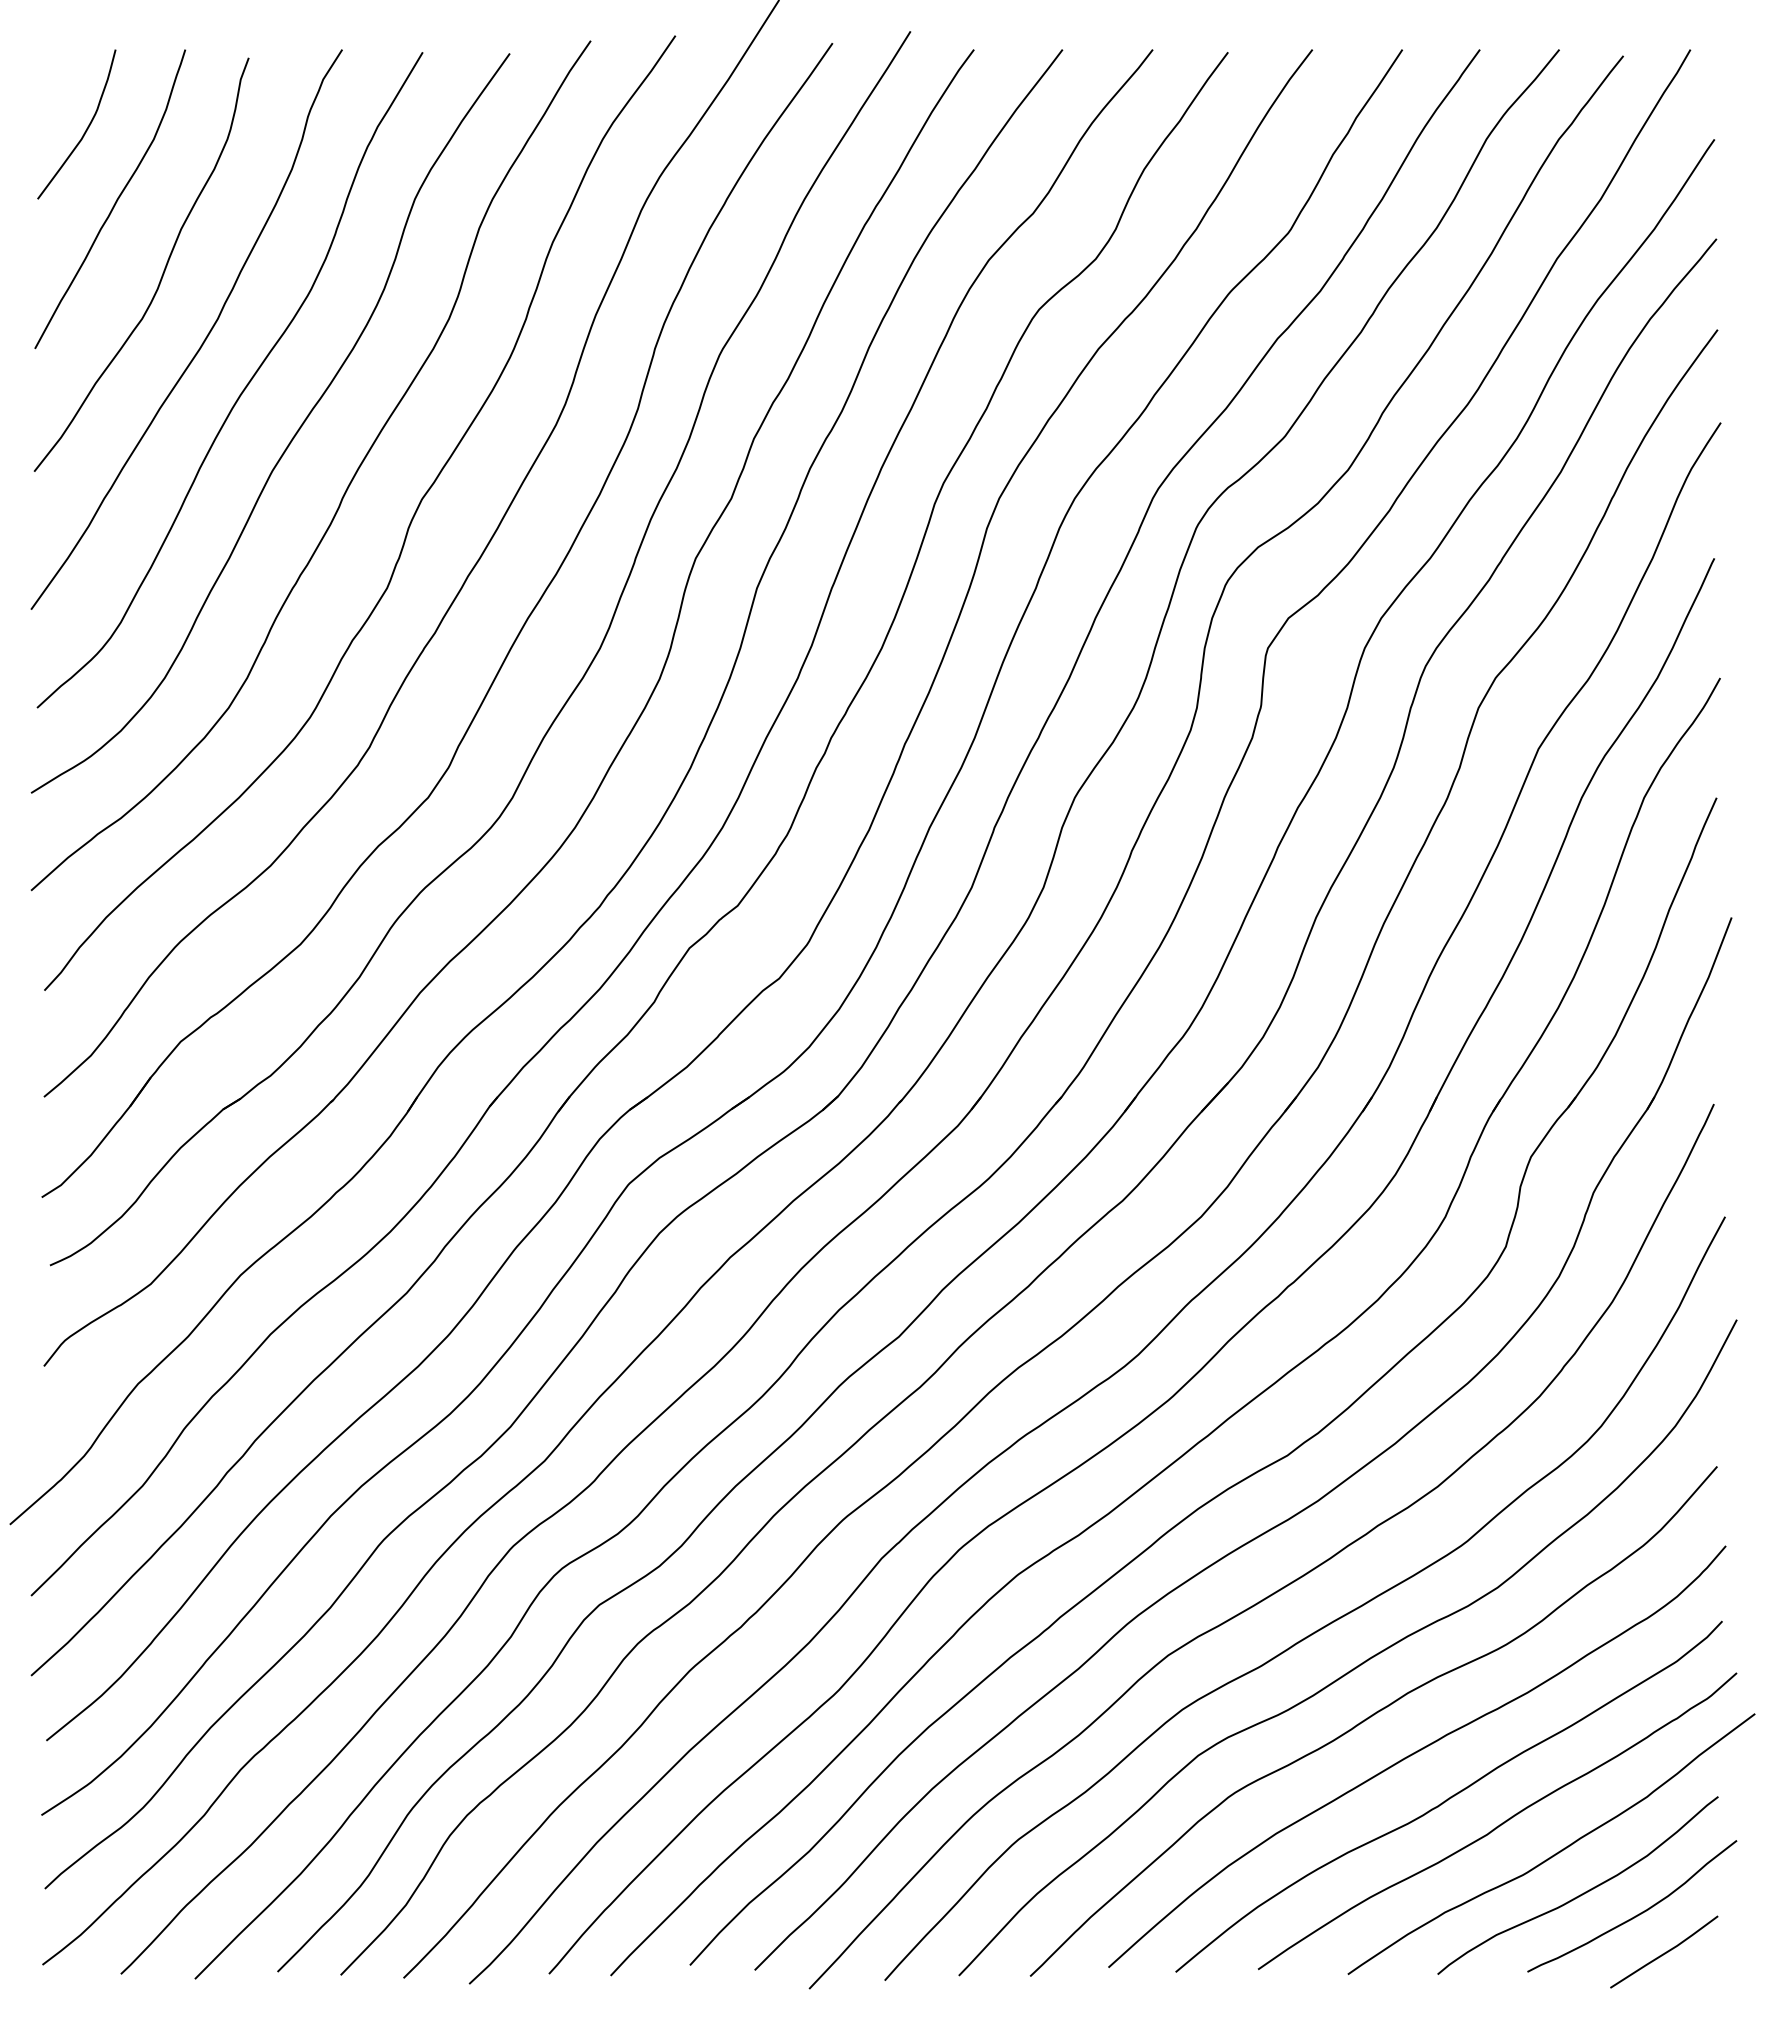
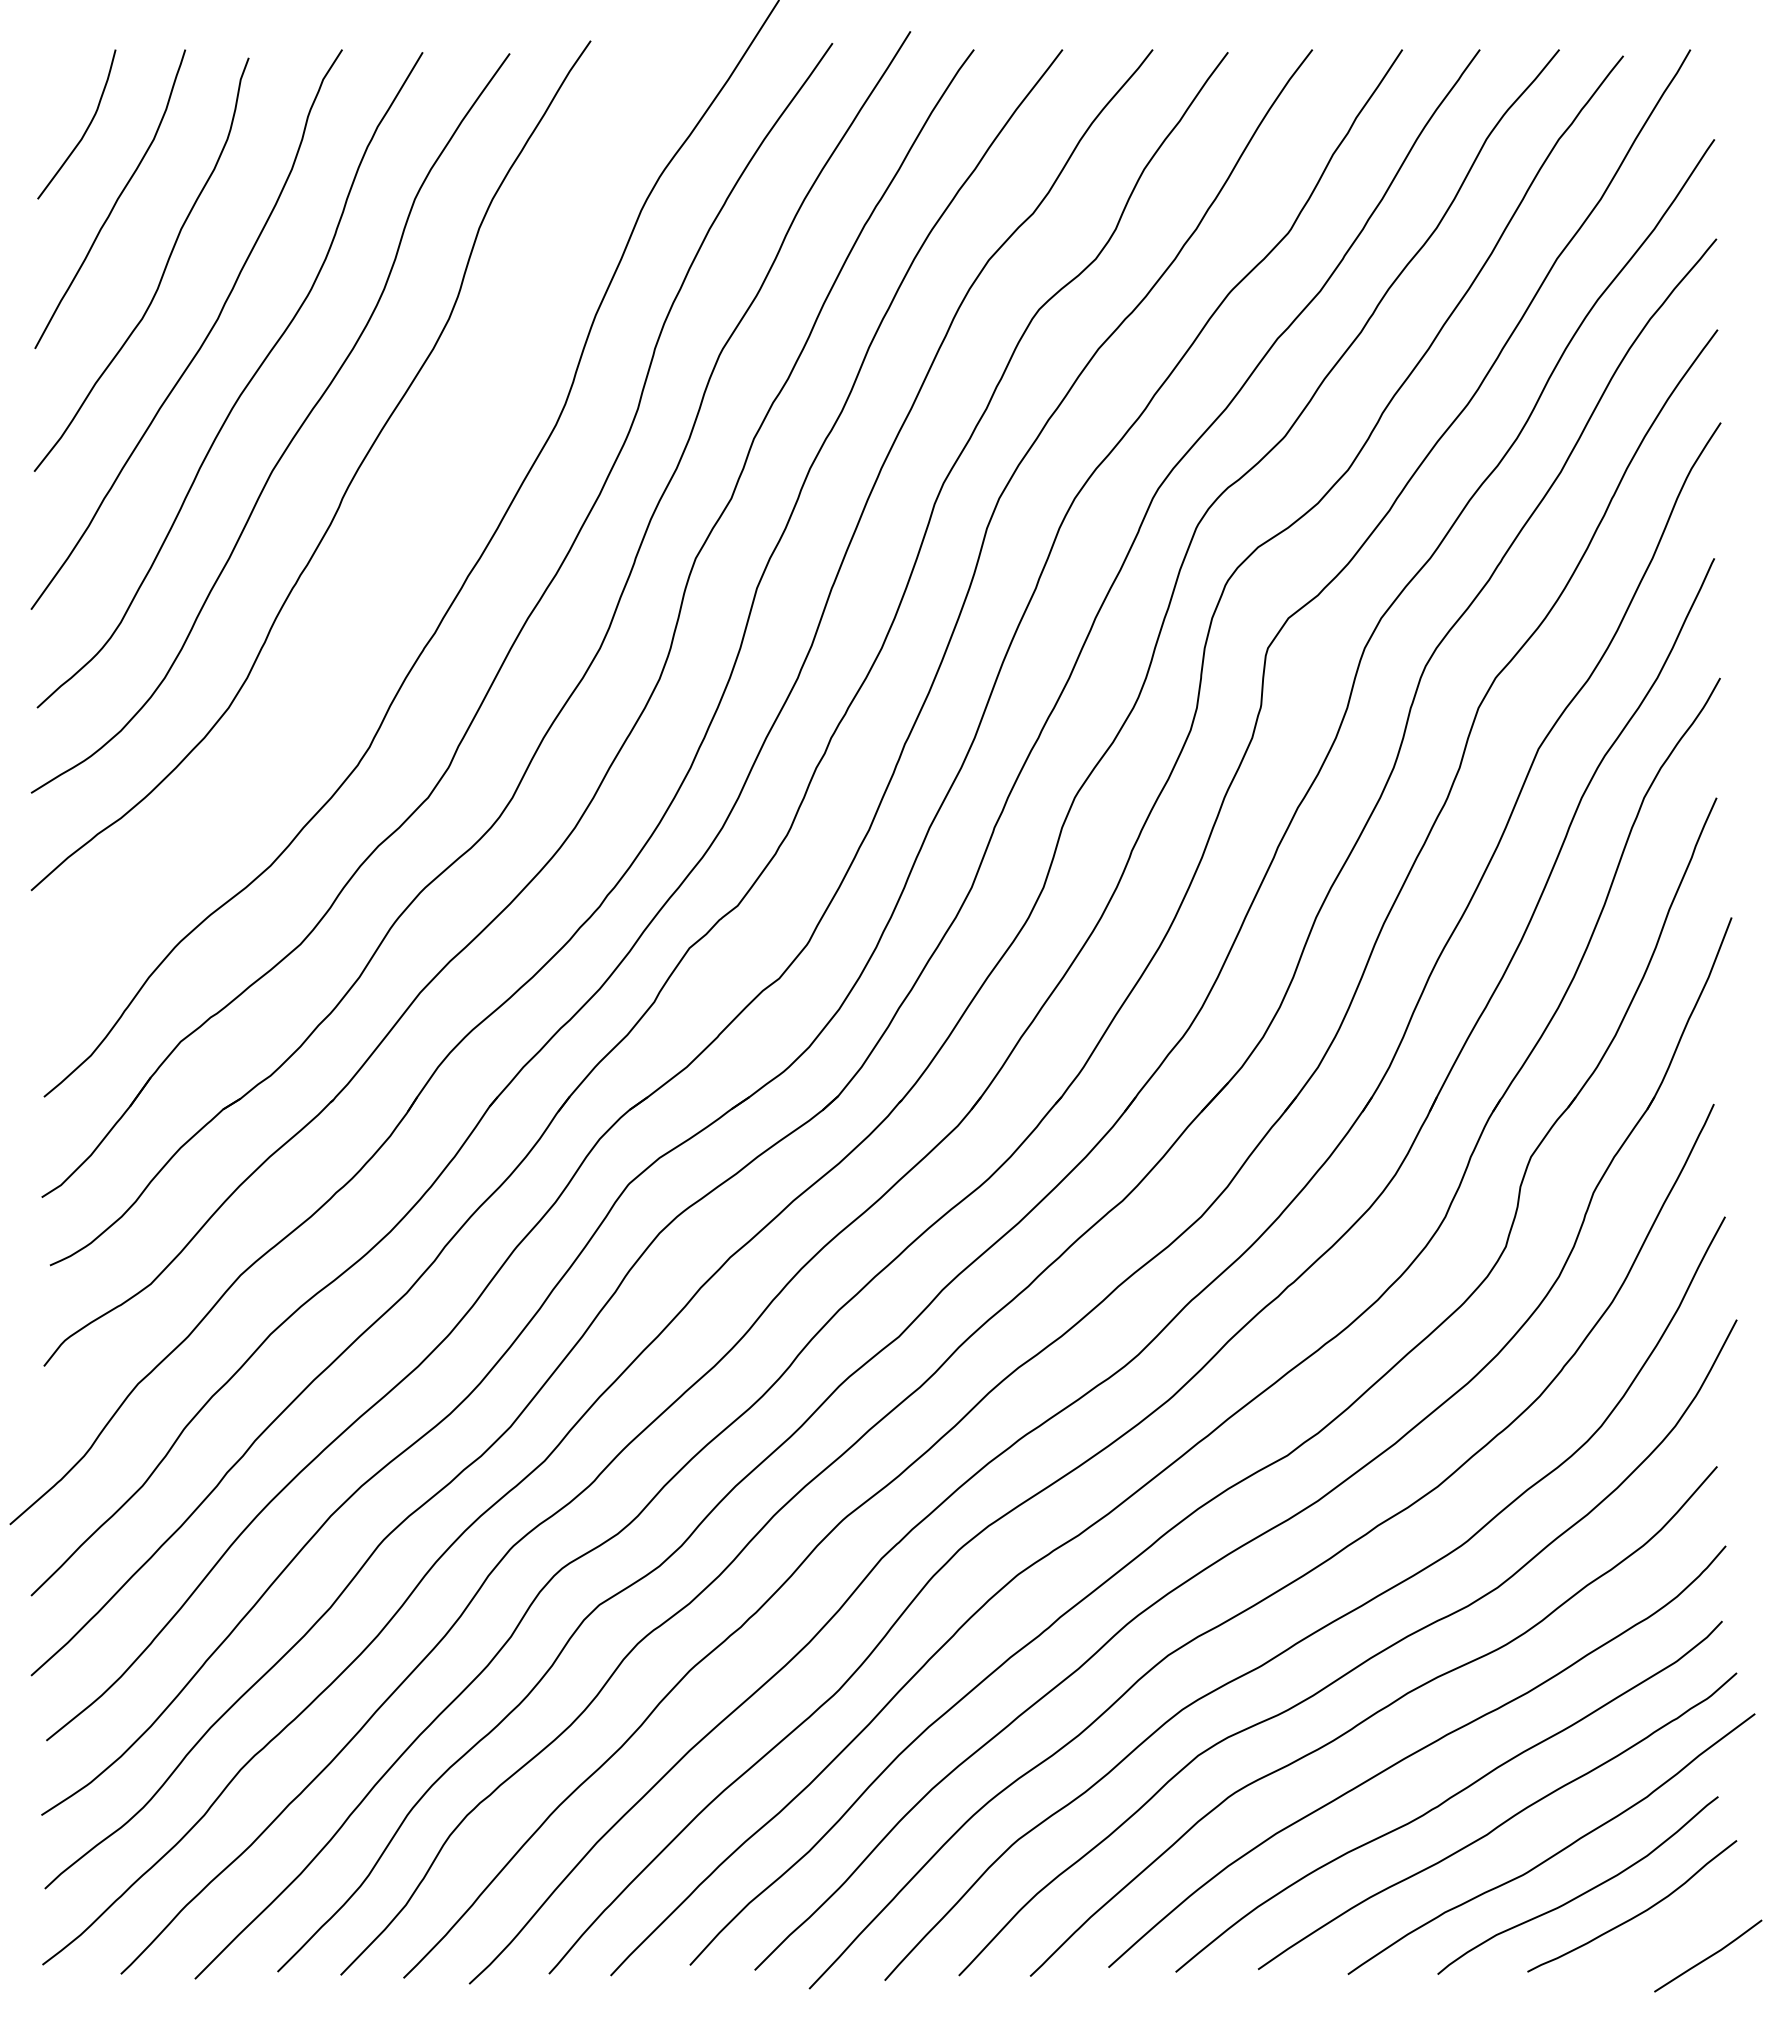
curve at (407, 527): present -> none
line at (1664, 1952) position: (1664, 1952) -> (1708, 1956)
